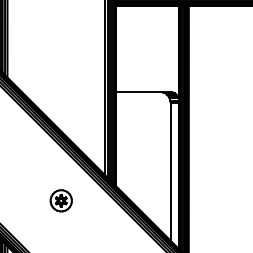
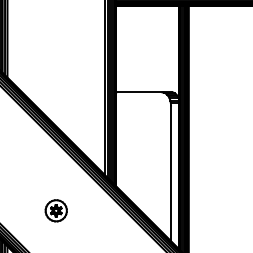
part at (60, 200) position: (60, 200) -> (55, 210)
